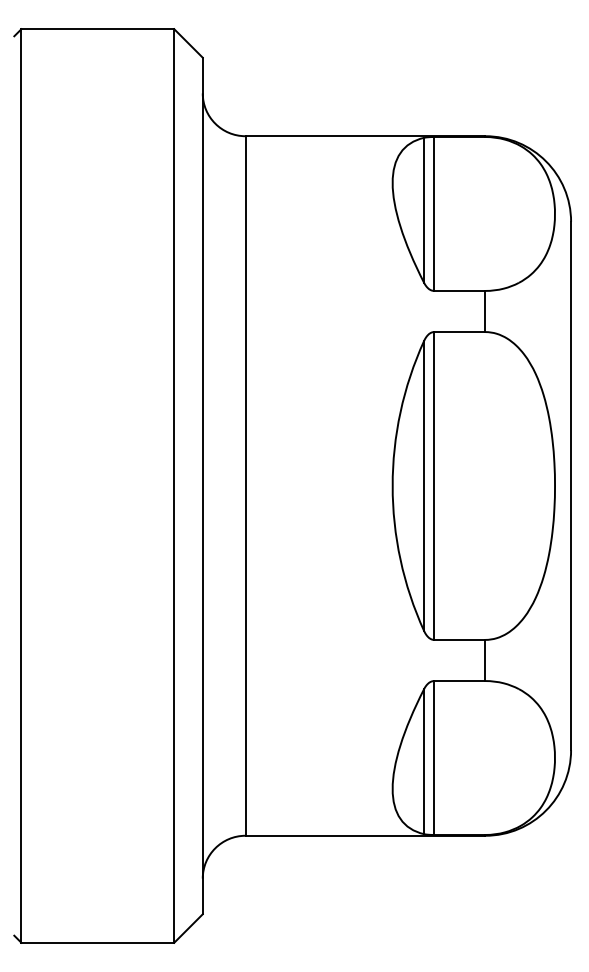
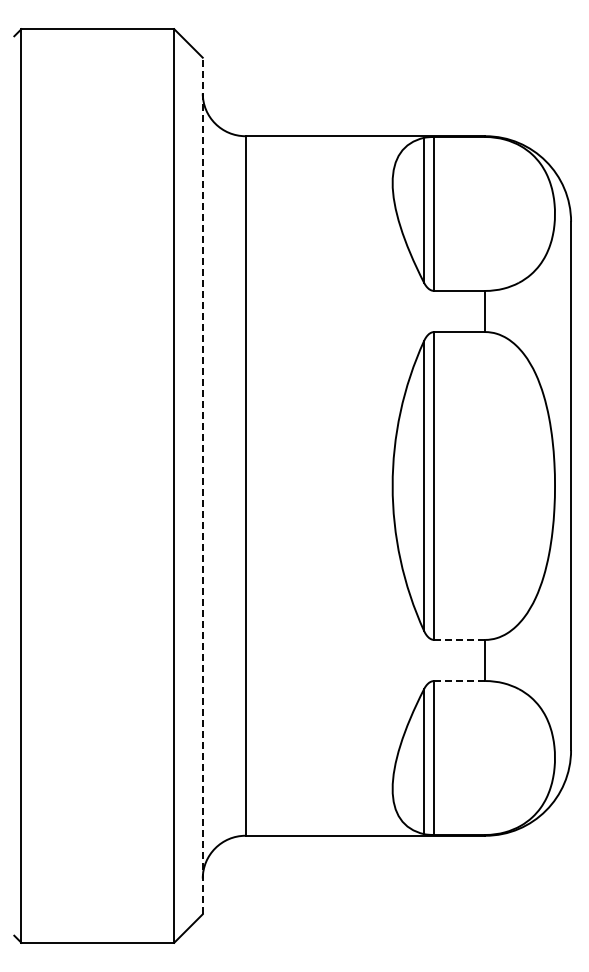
line at (202, 485): solid -> dashed
line at (459, 639): solid -> dashed
line at (459, 681): solid -> dashed
